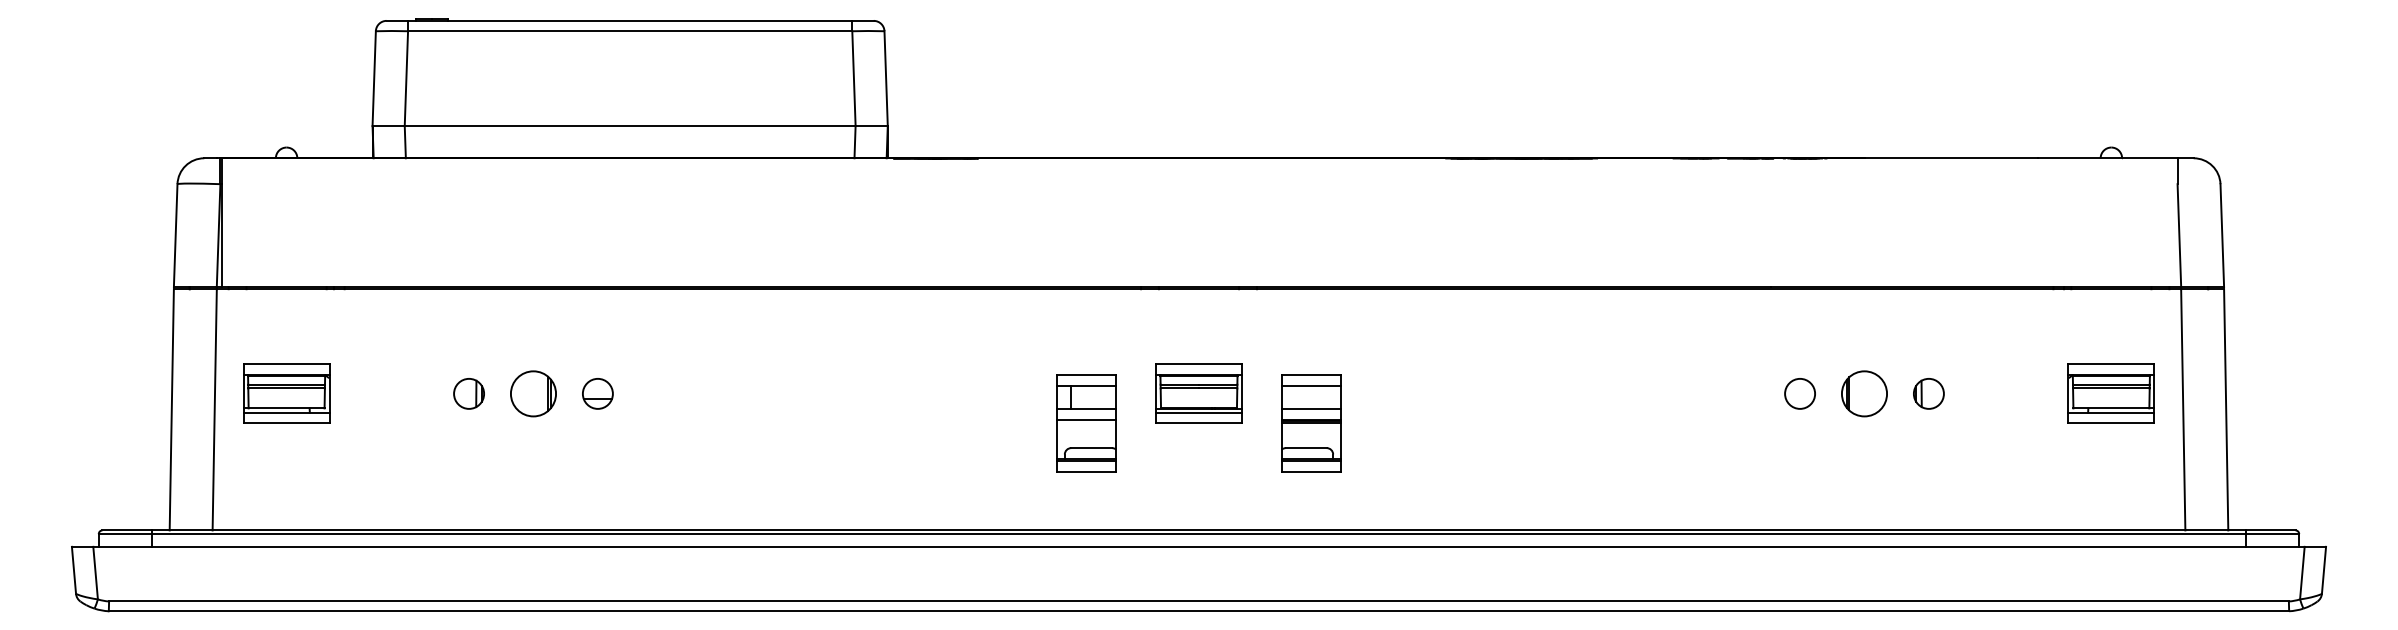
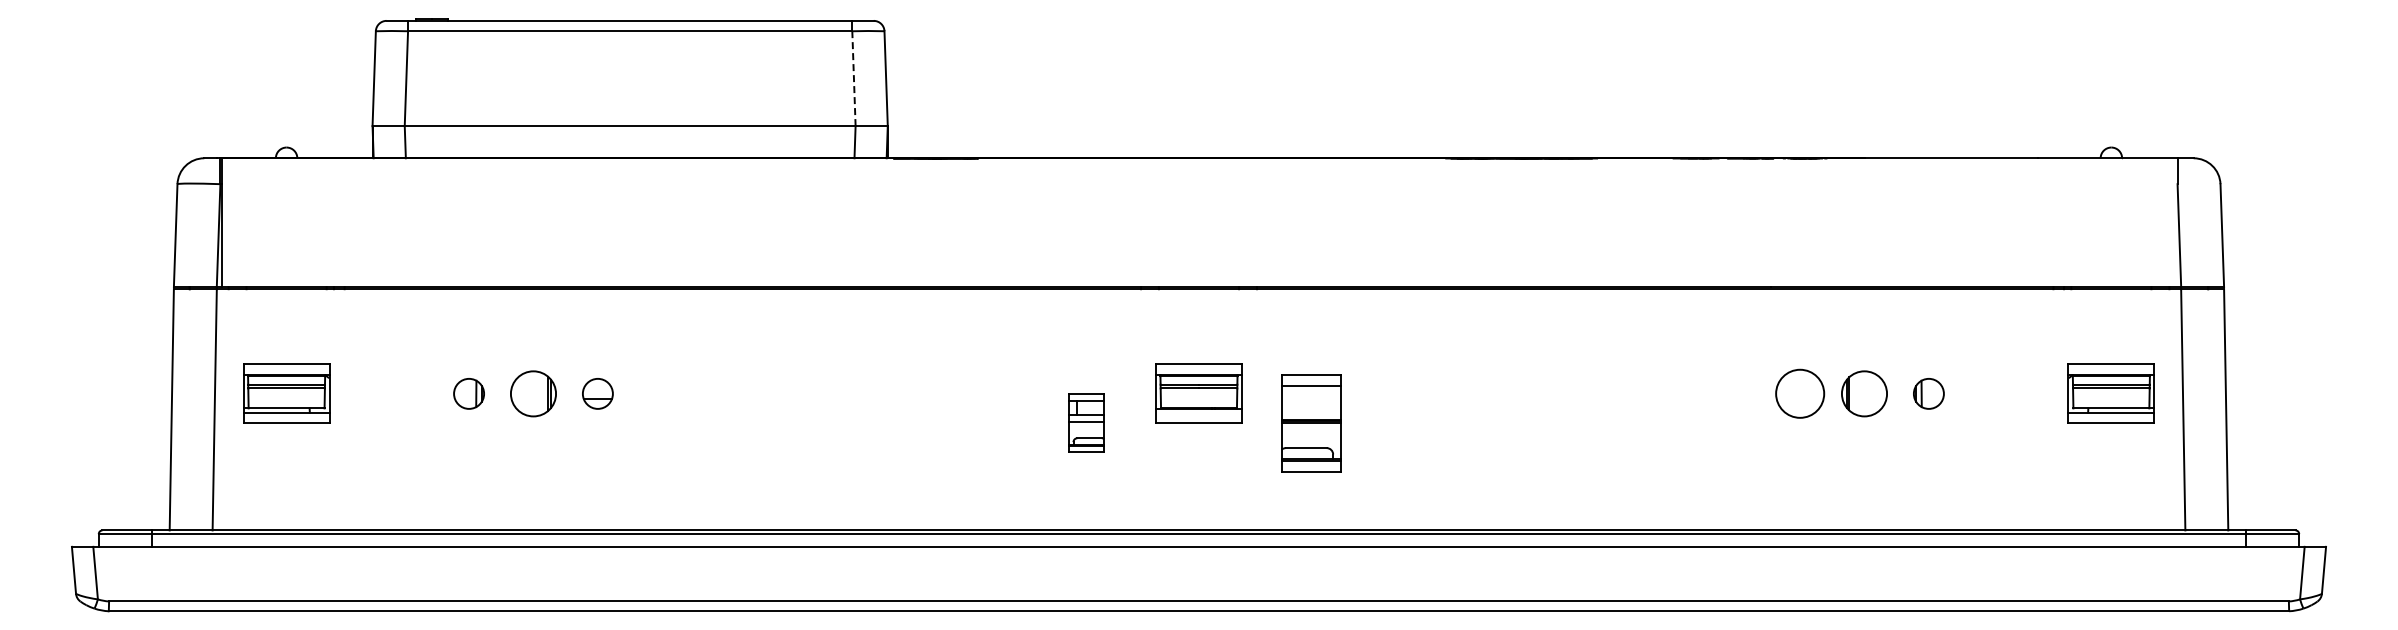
line at (853, 78): solid -> dashed
circle at (1799, 393) size: 32x32 px -> 51x51 px
line at (1310, 409): present -> none
line at (1198, 412): present -> none
part at (1086, 423) size: 61x99 px -> 37x60 px
